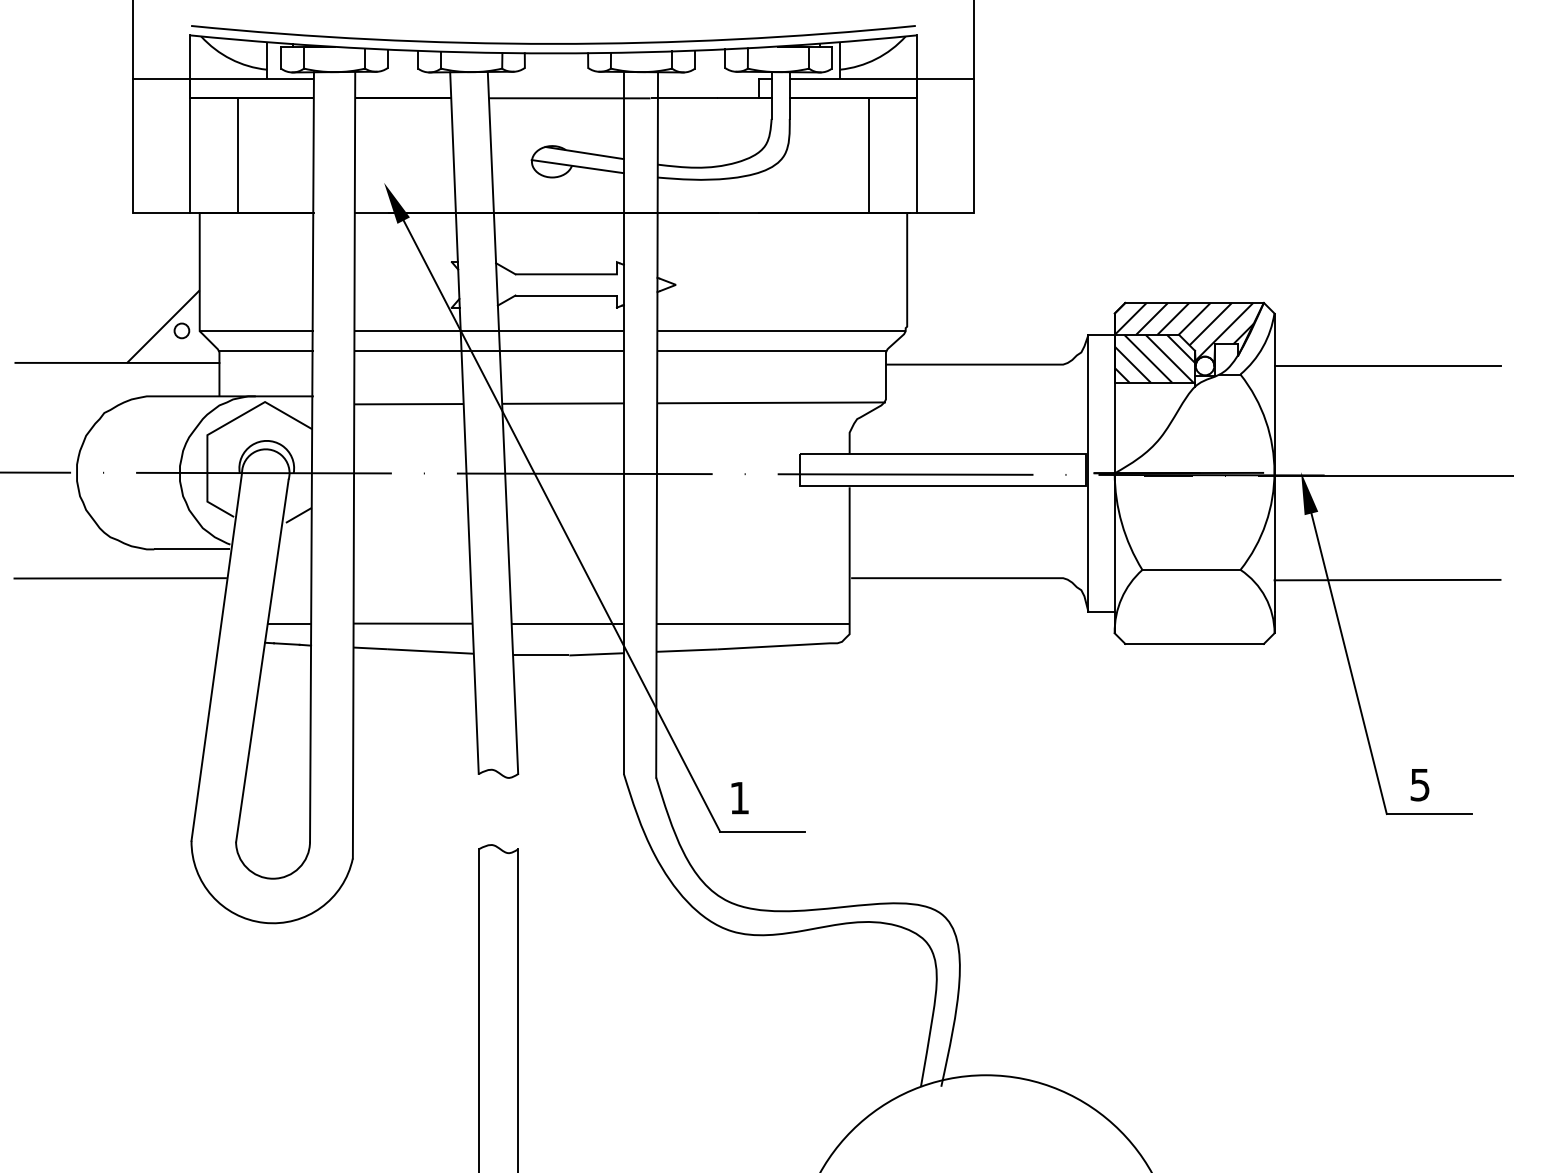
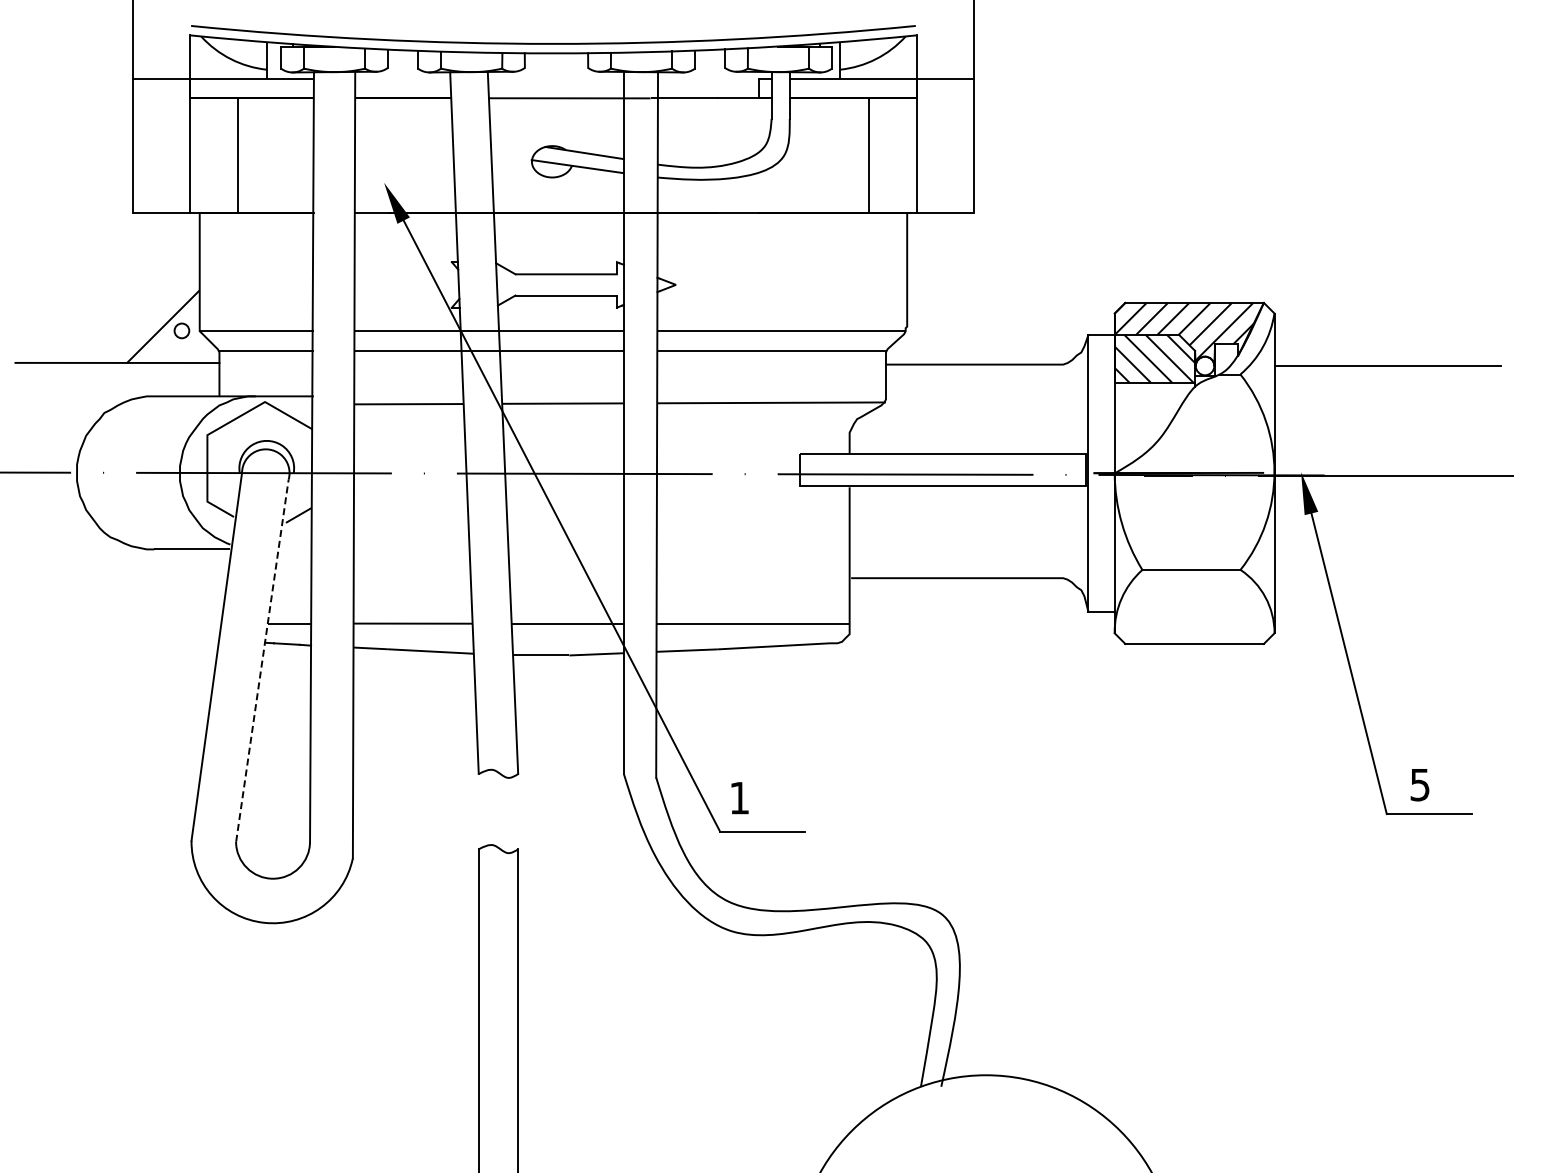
line at (119, 578): present -> none
line at (1387, 579): present -> none
line at (262, 660): solid -> dashed
